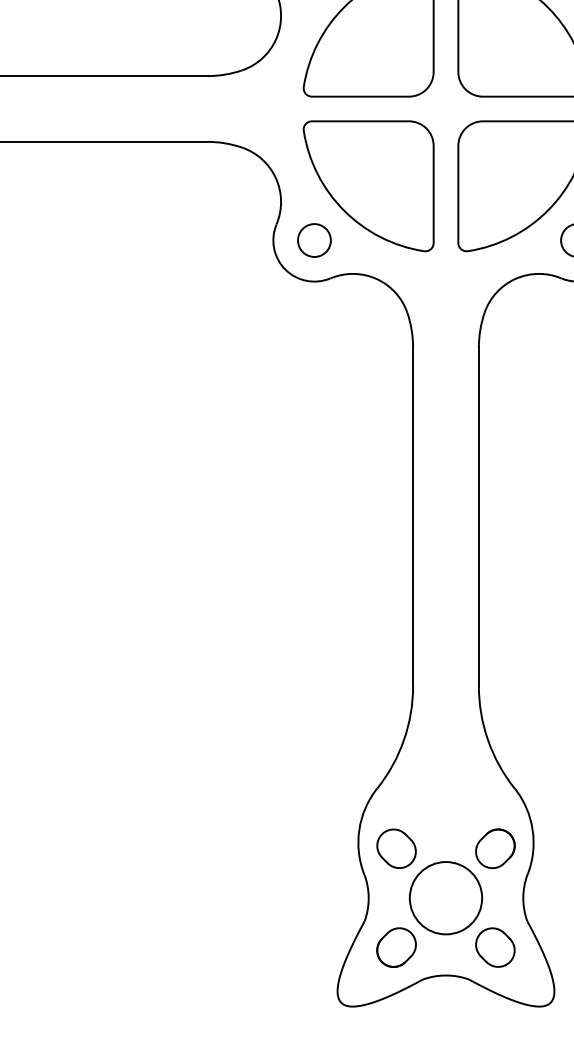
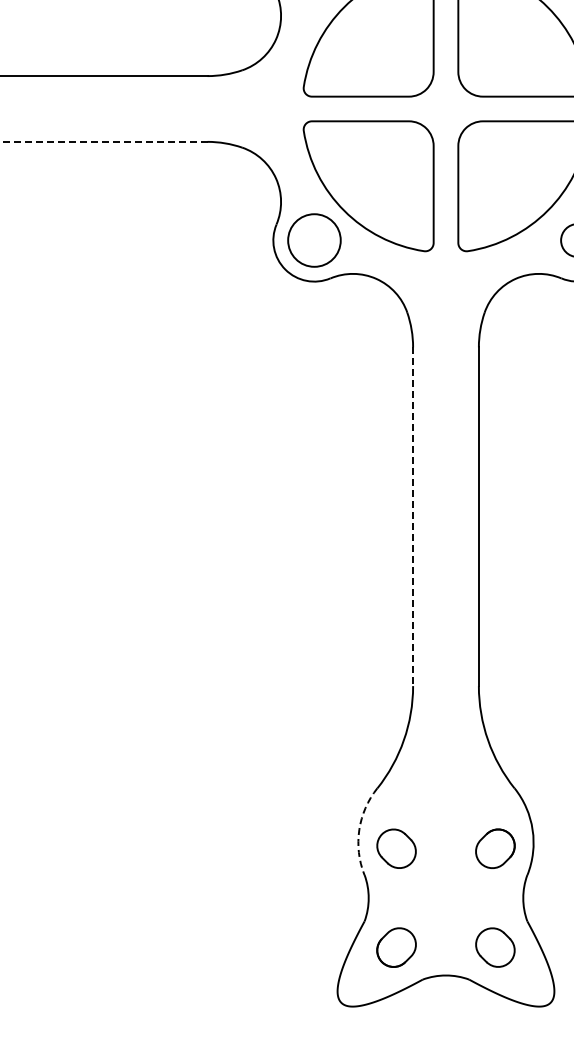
line at (103, 141): solid -> dashed
circle at (314, 240) diameter: 33 px -> 53 px
line at (413, 517): solid -> dashed
arc at (359, 829): solid -> dashed
circle at (446, 898): present -> none
